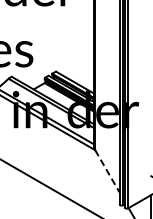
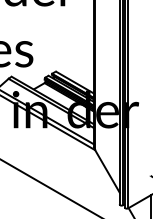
line at (107, 171): dashed -> solid
